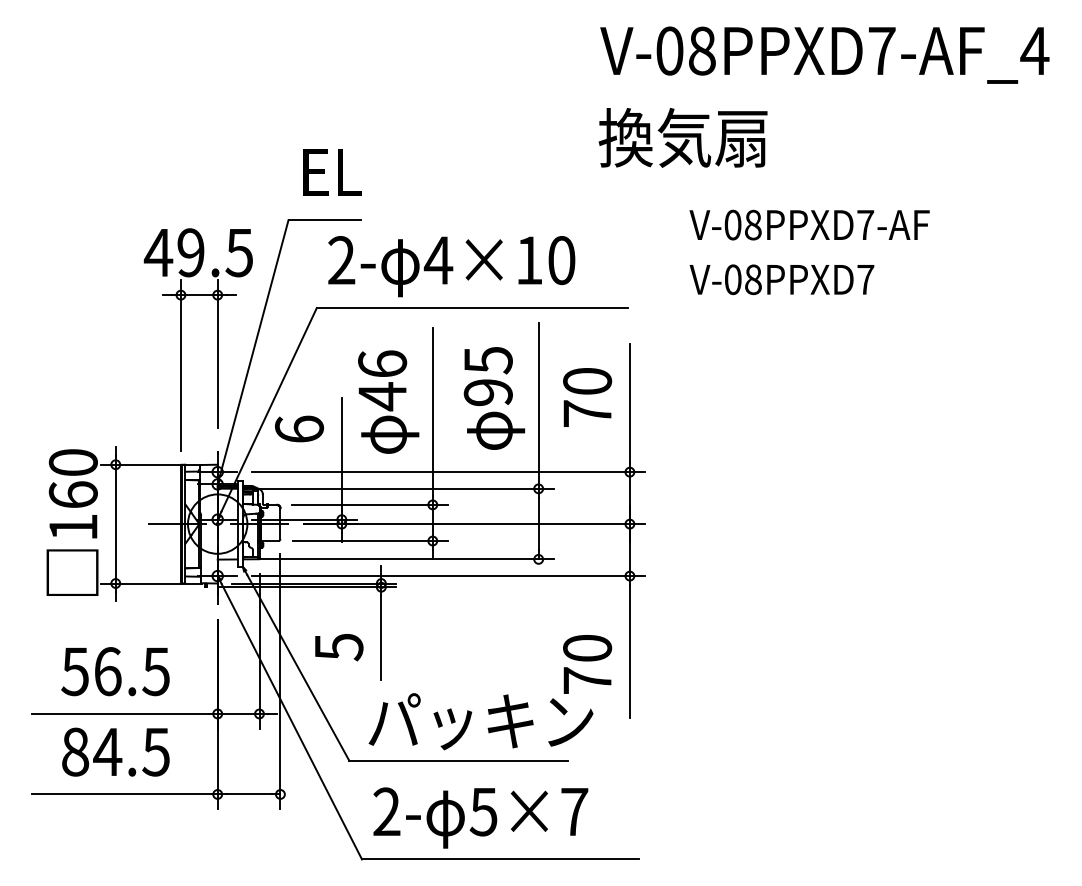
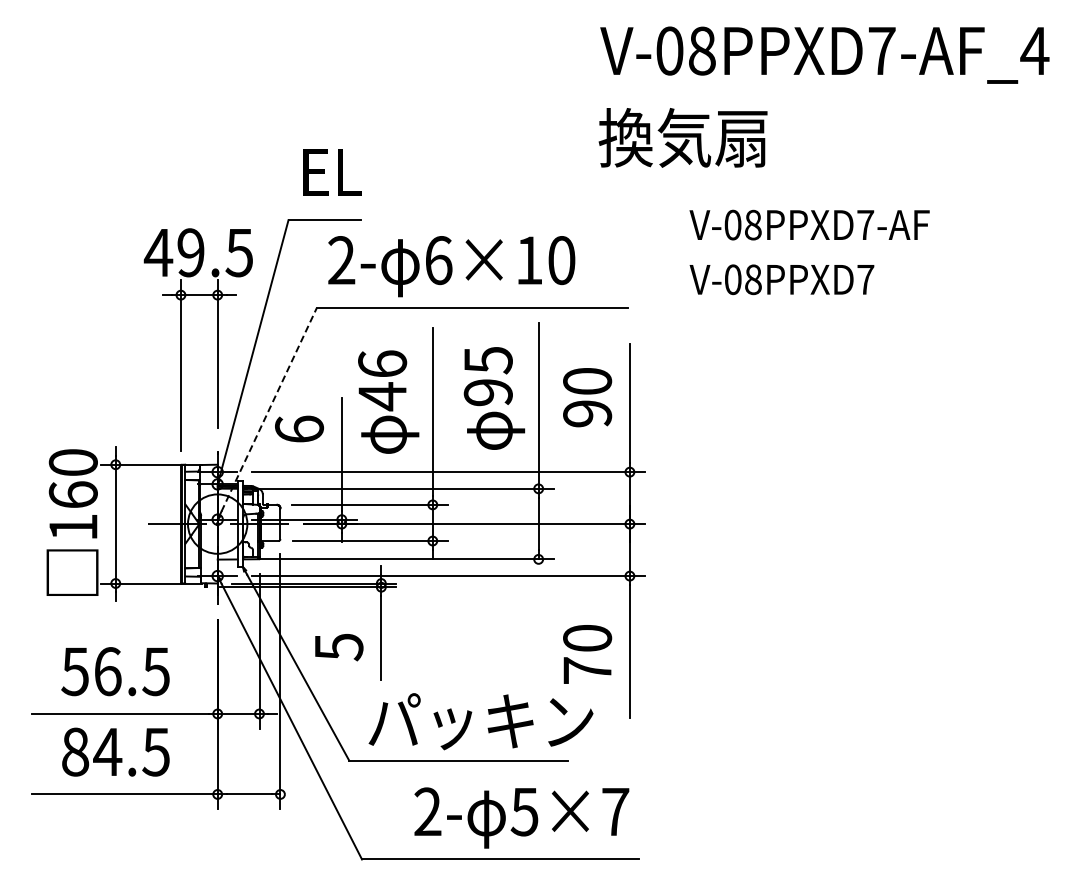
text at (438, 260): 4×10 -> 6×10
line at (269, 409): solid -> dashed
text at (587, 413): 70 -> 90
text at (587, 664) position: (587, 664) -> (587, 654)
text at (480, 817) position: (480, 817) -> (521, 817)
